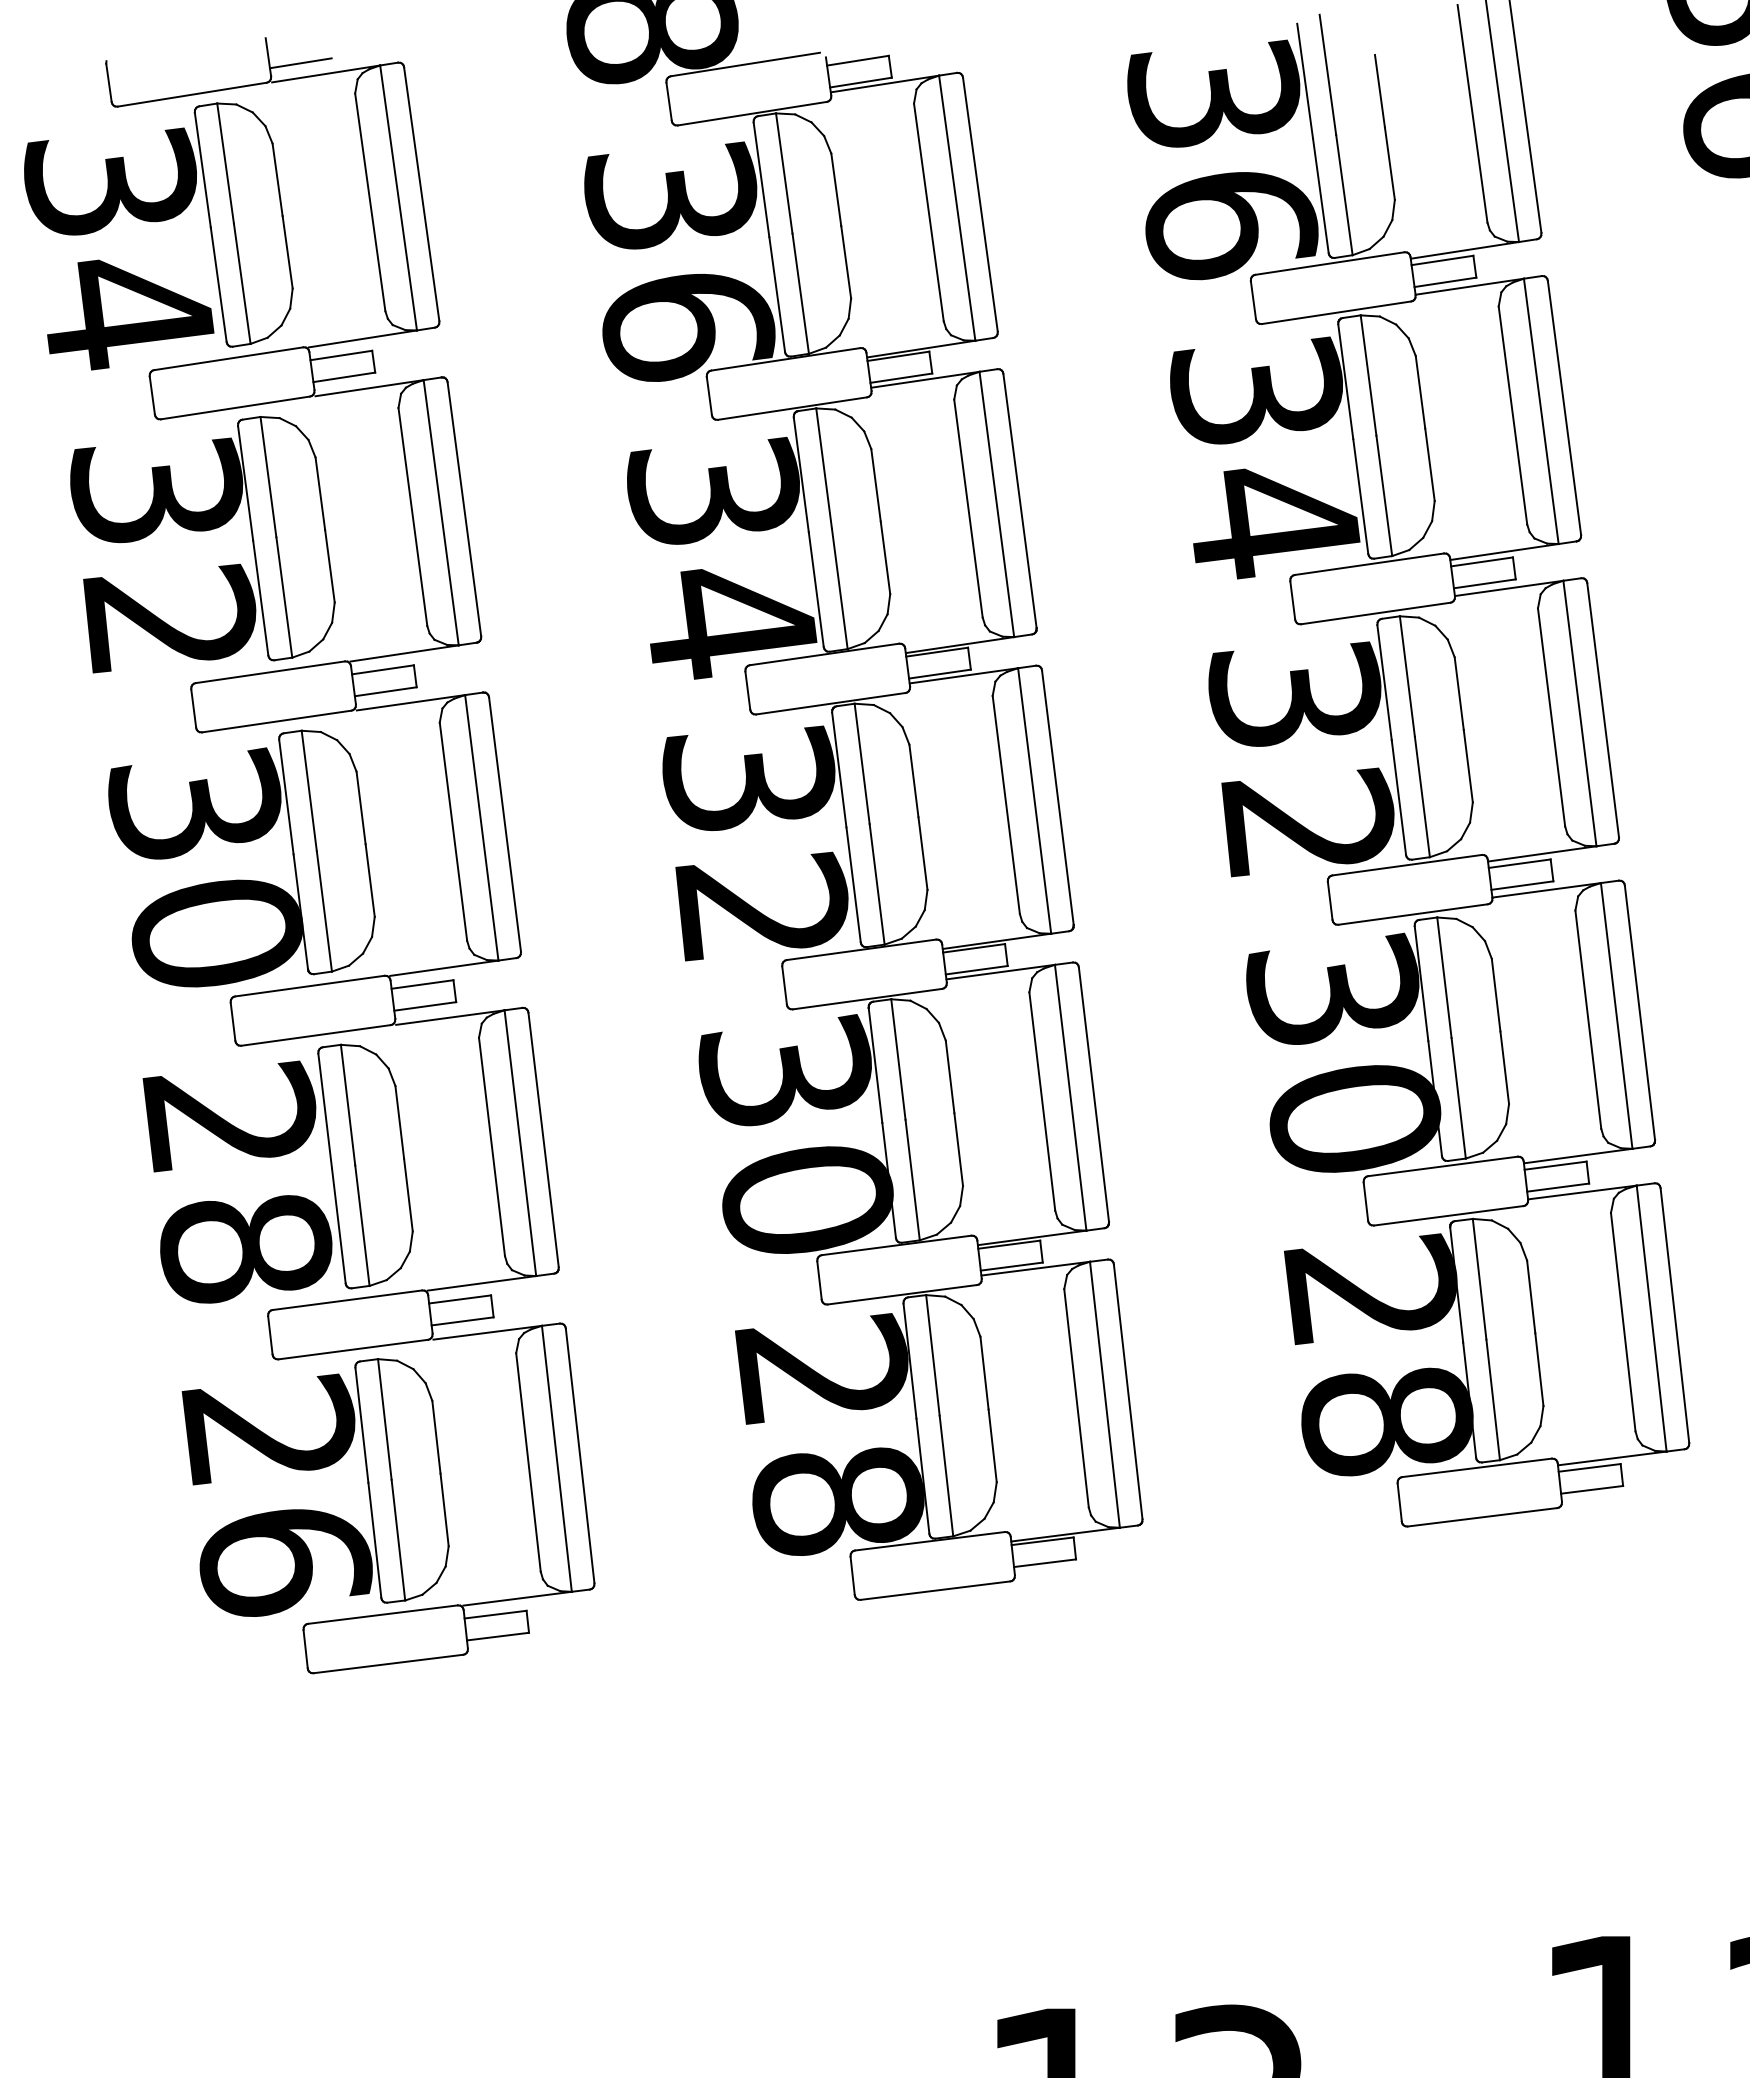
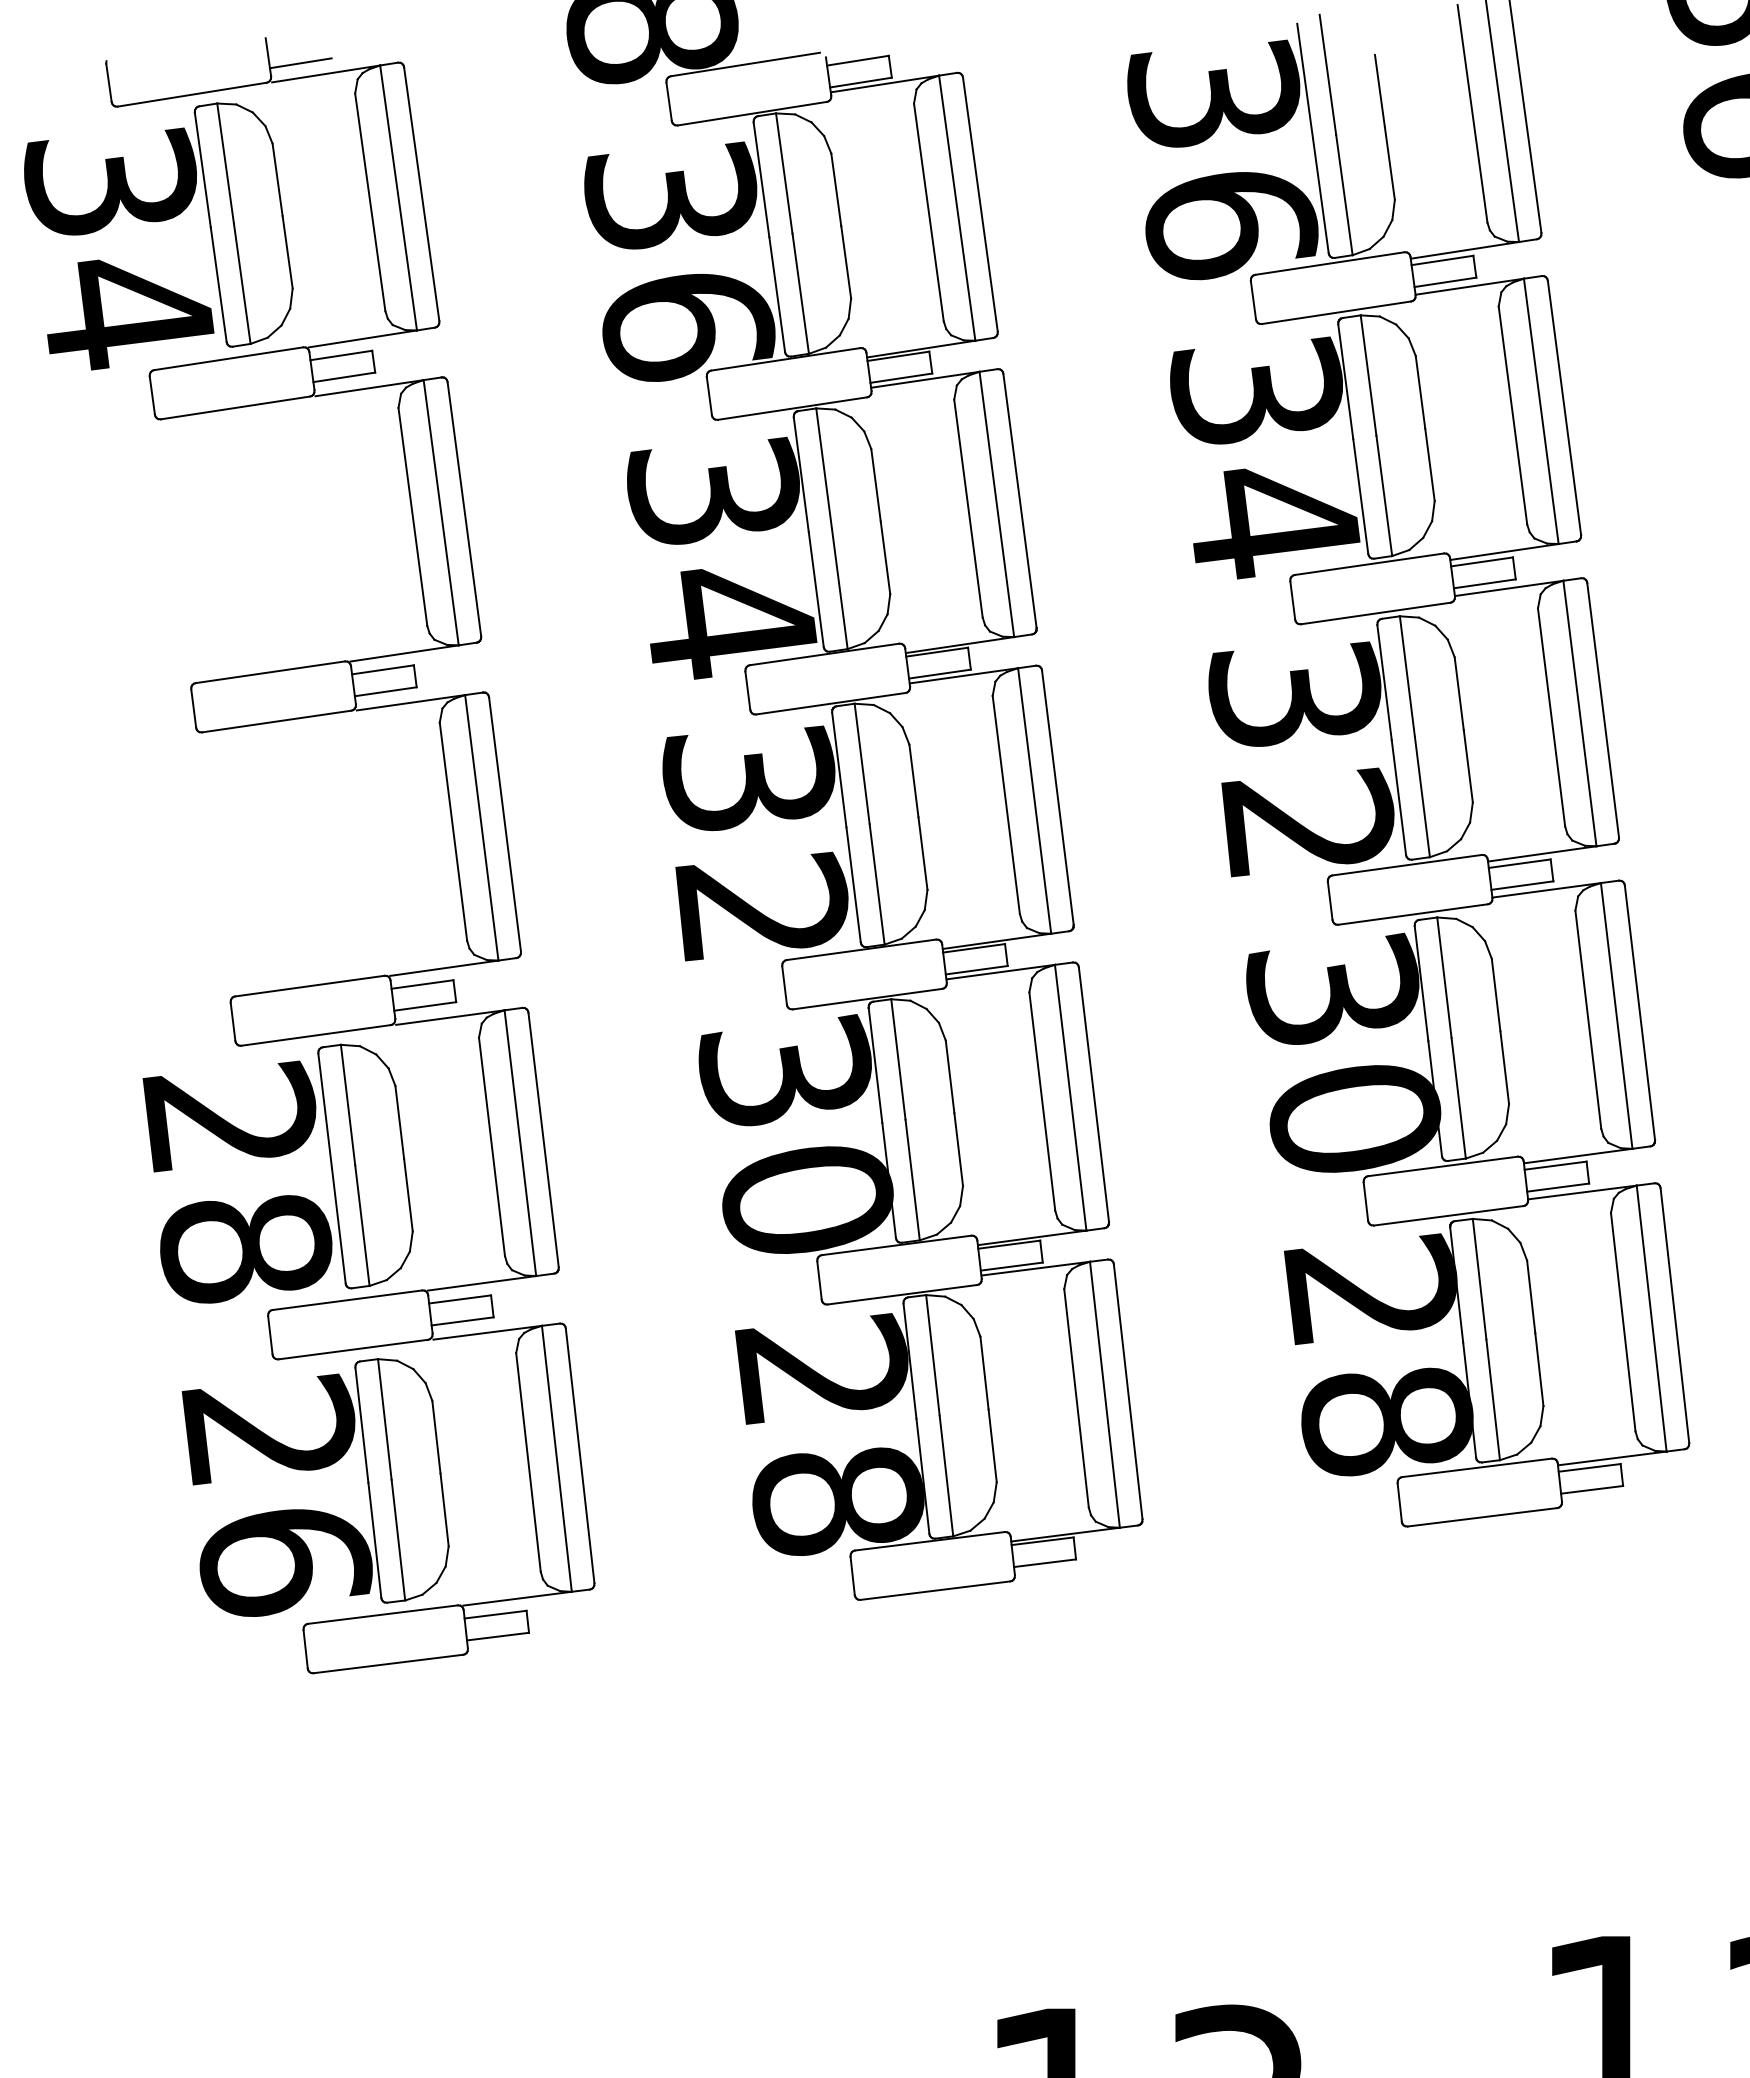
part at (202, 531): present -> none
part at (236, 843): present -> none
